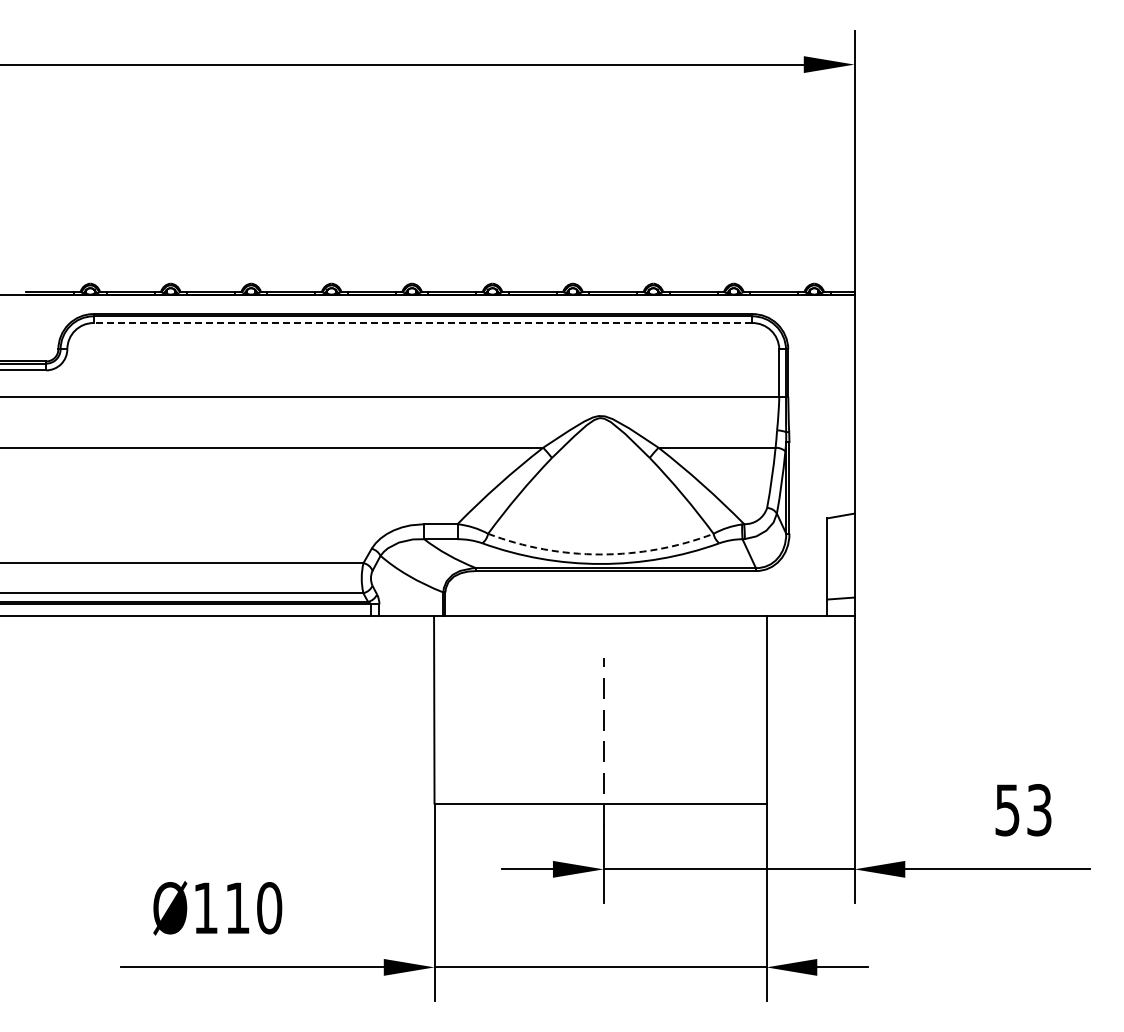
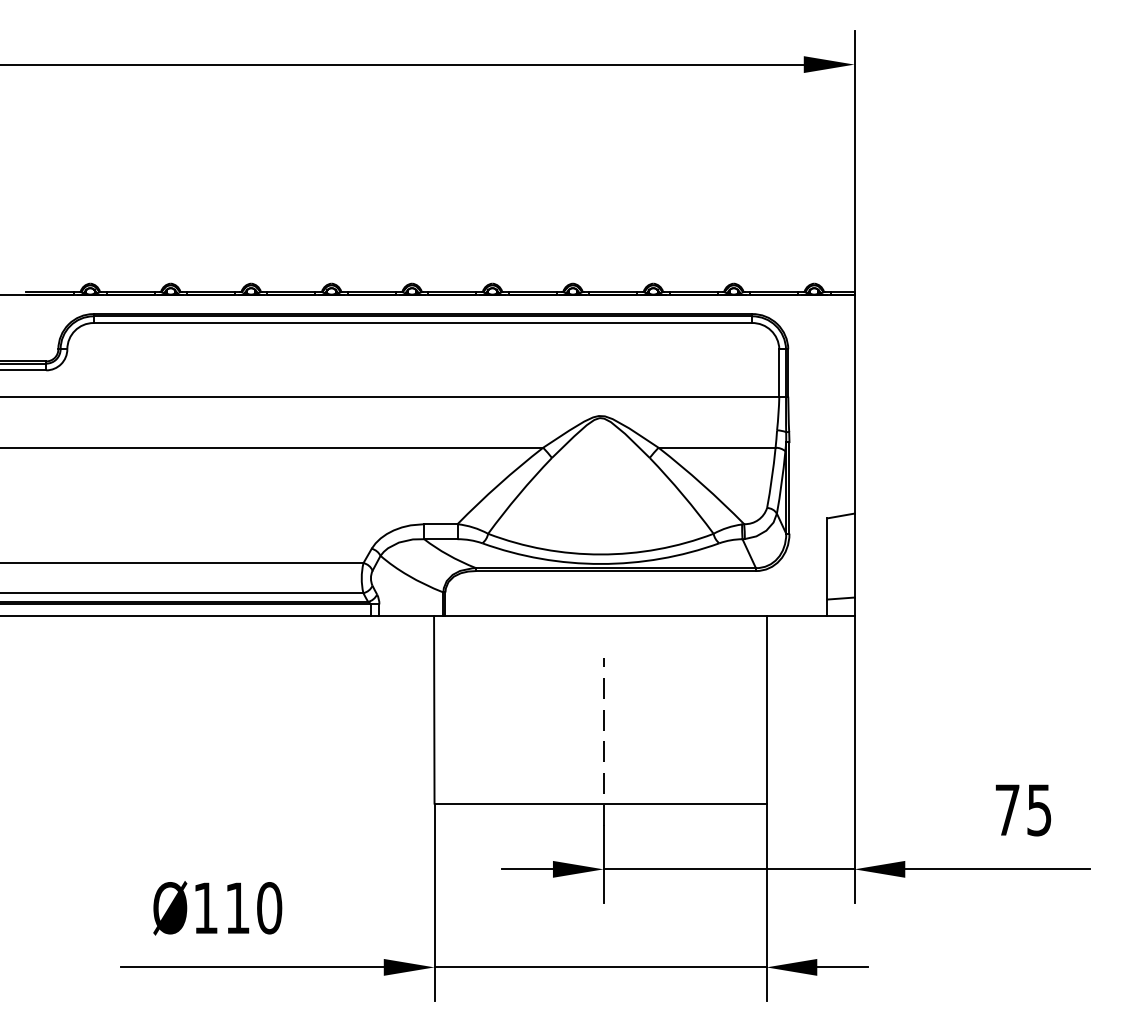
line at (422, 323): dashed -> solid
arc at (600, 554): dashed -> solid
text at (1023, 810): 53 -> 75
